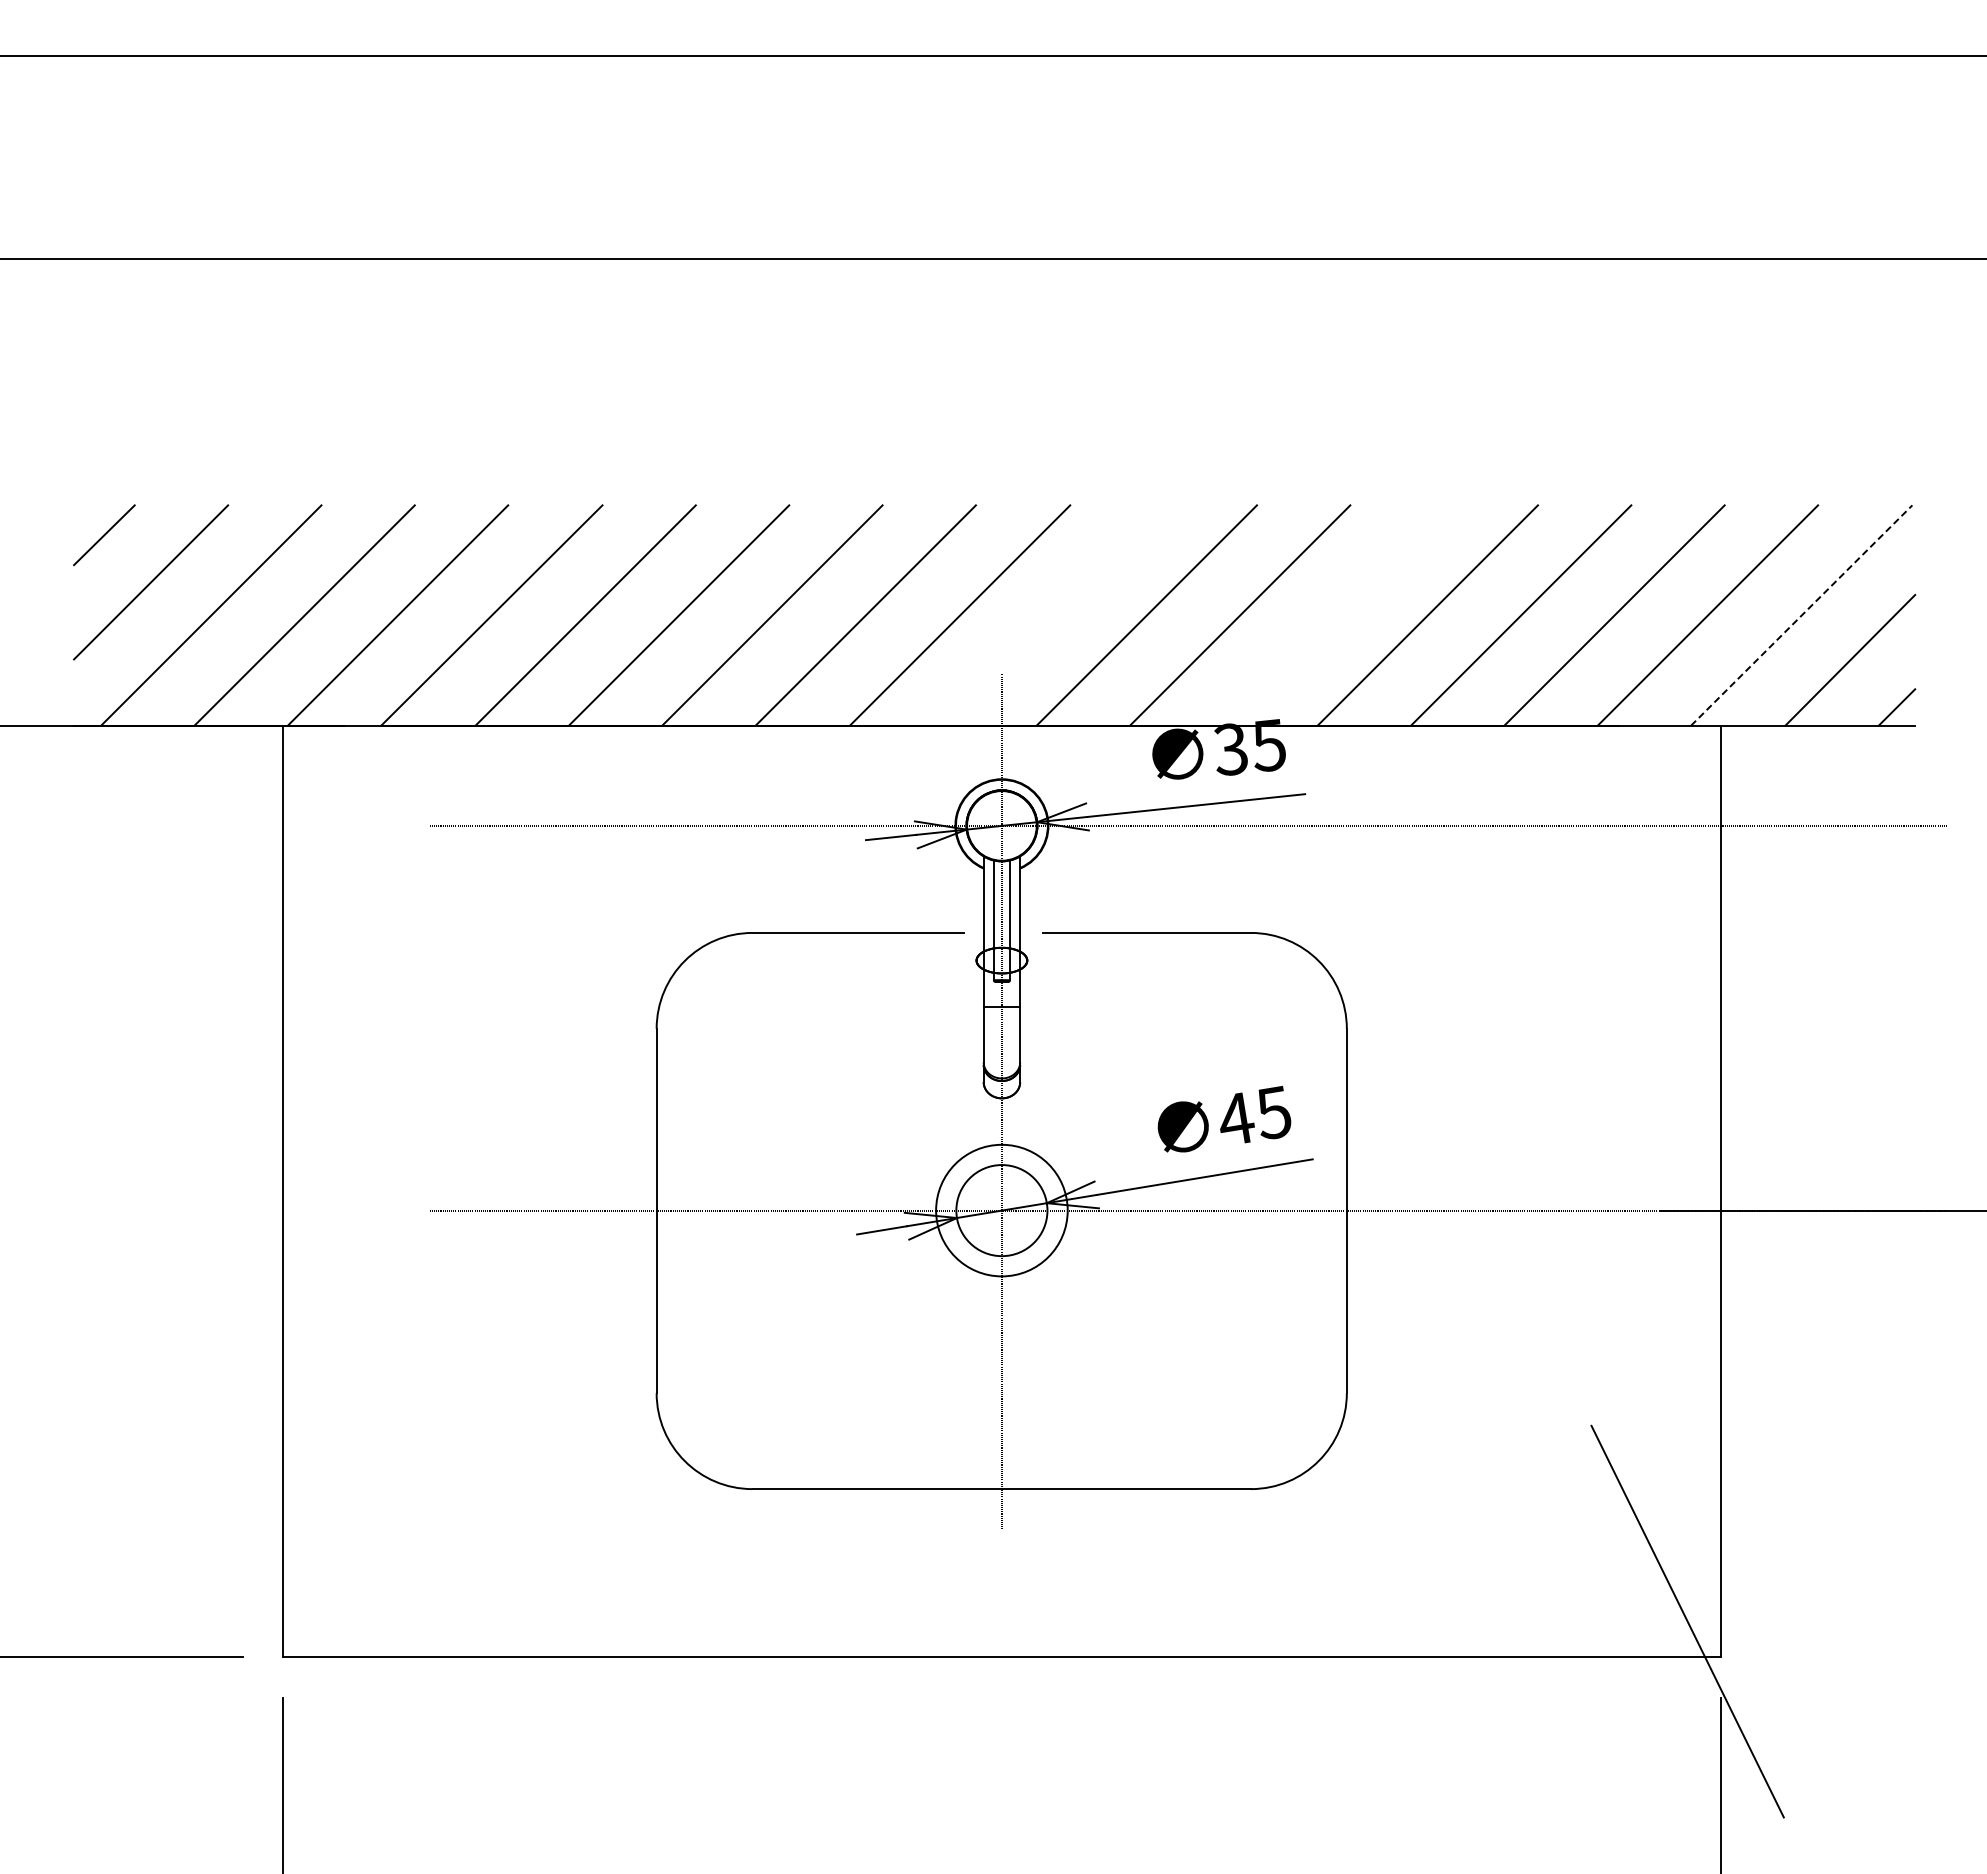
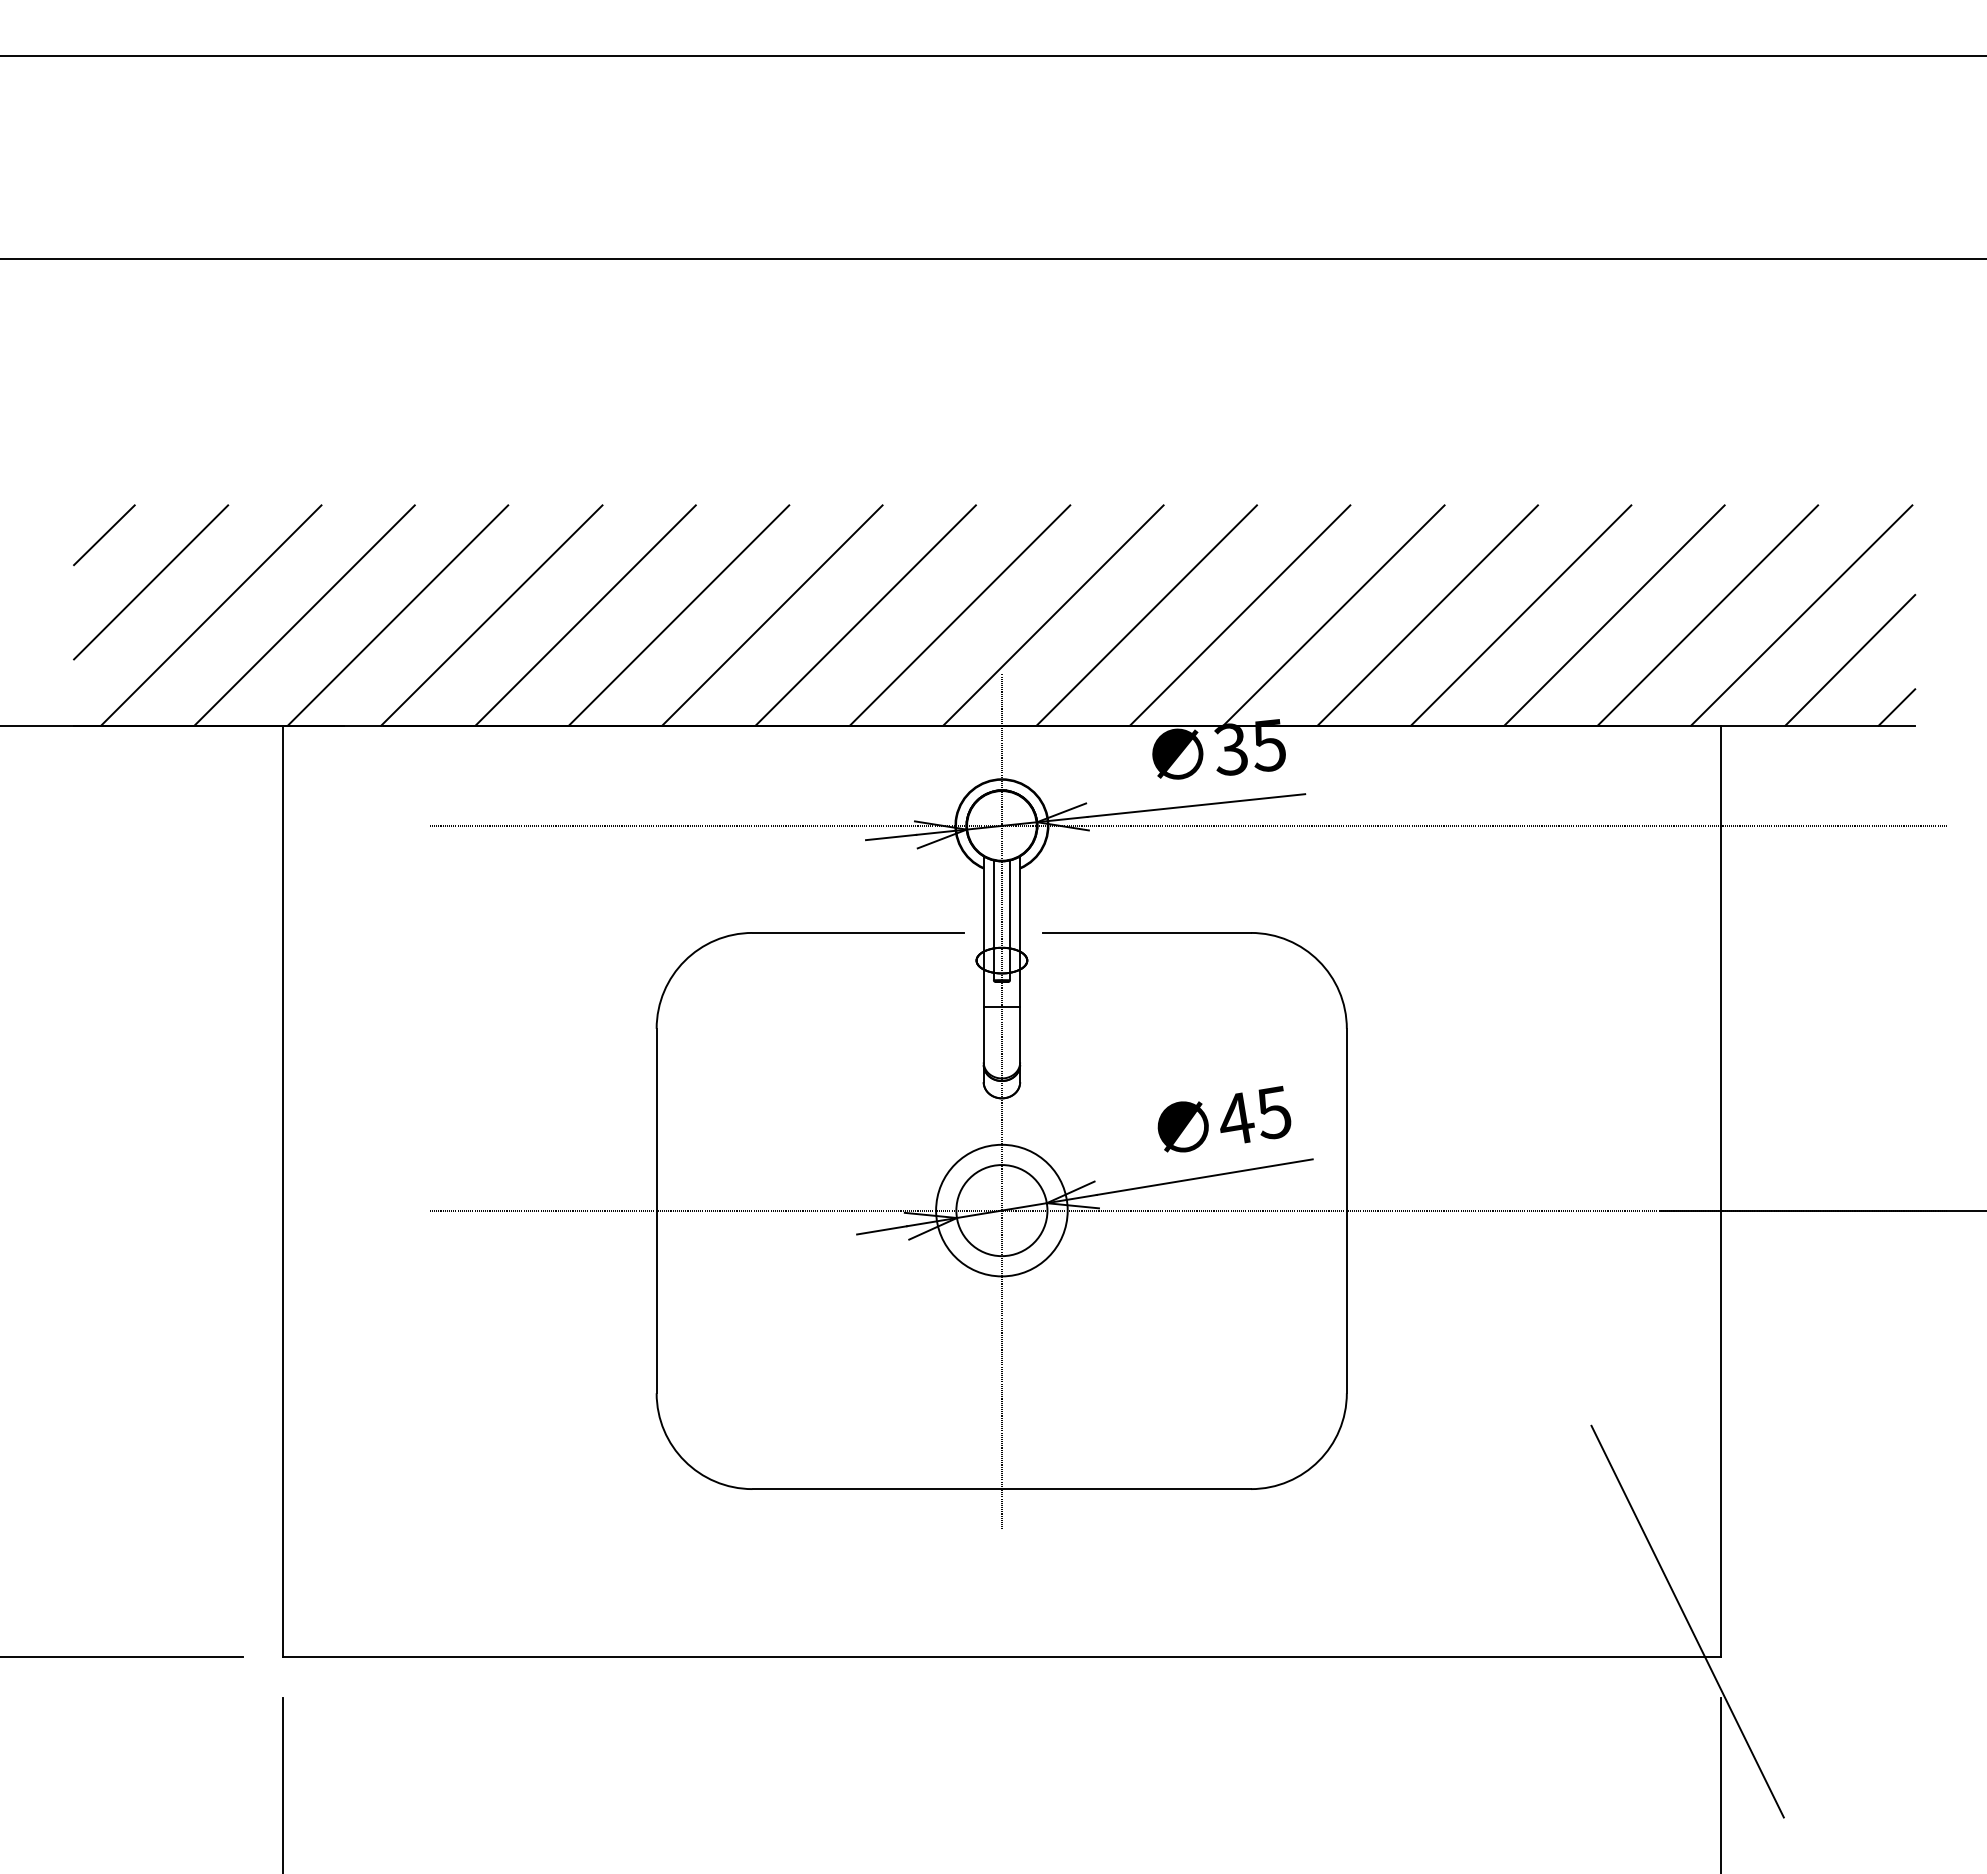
line at (1053, 615): none -> present
line at (1333, 615): none -> present
line at (1802, 615): dashed -> solid
